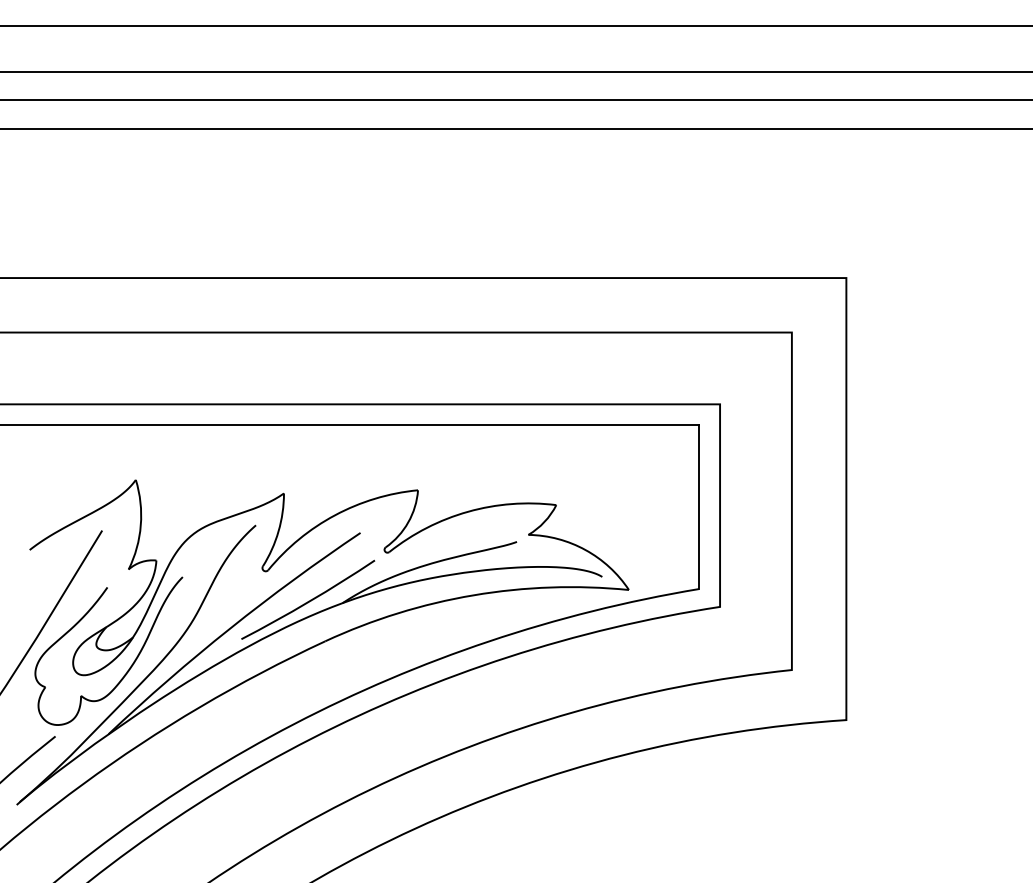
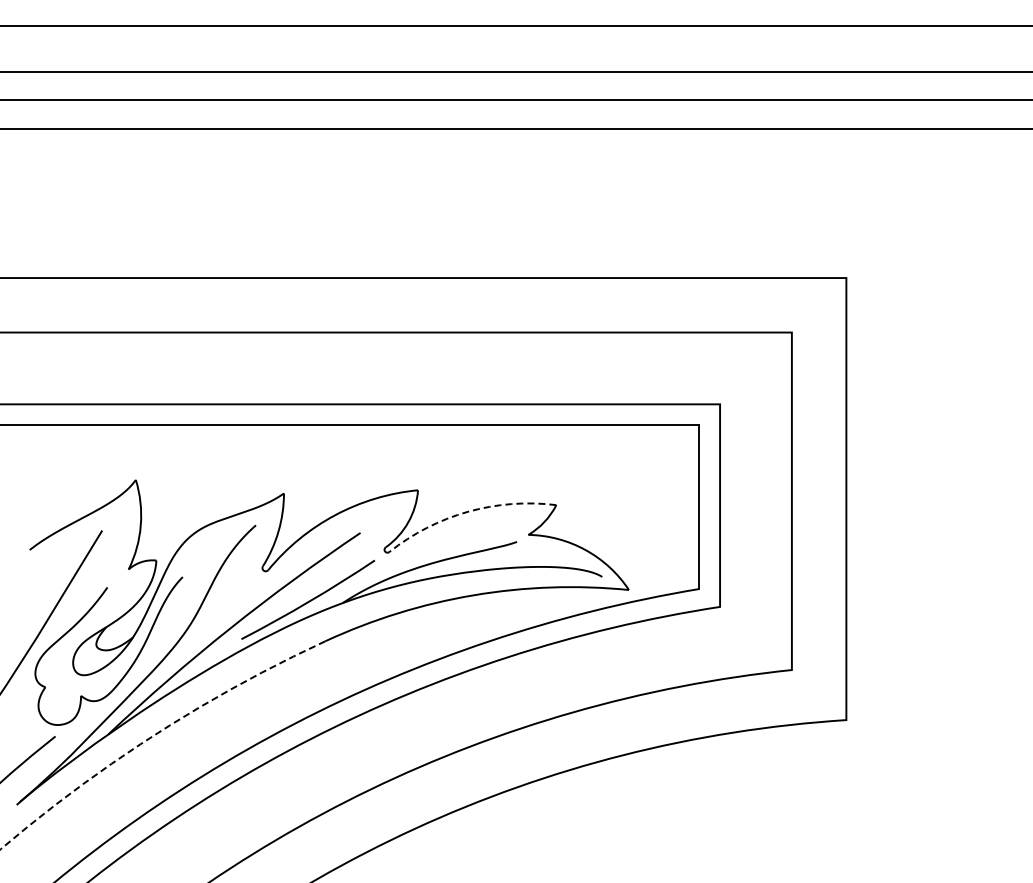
arc at (468, 511): solid -> dashed
arc at (155, 734): solid -> dashed
